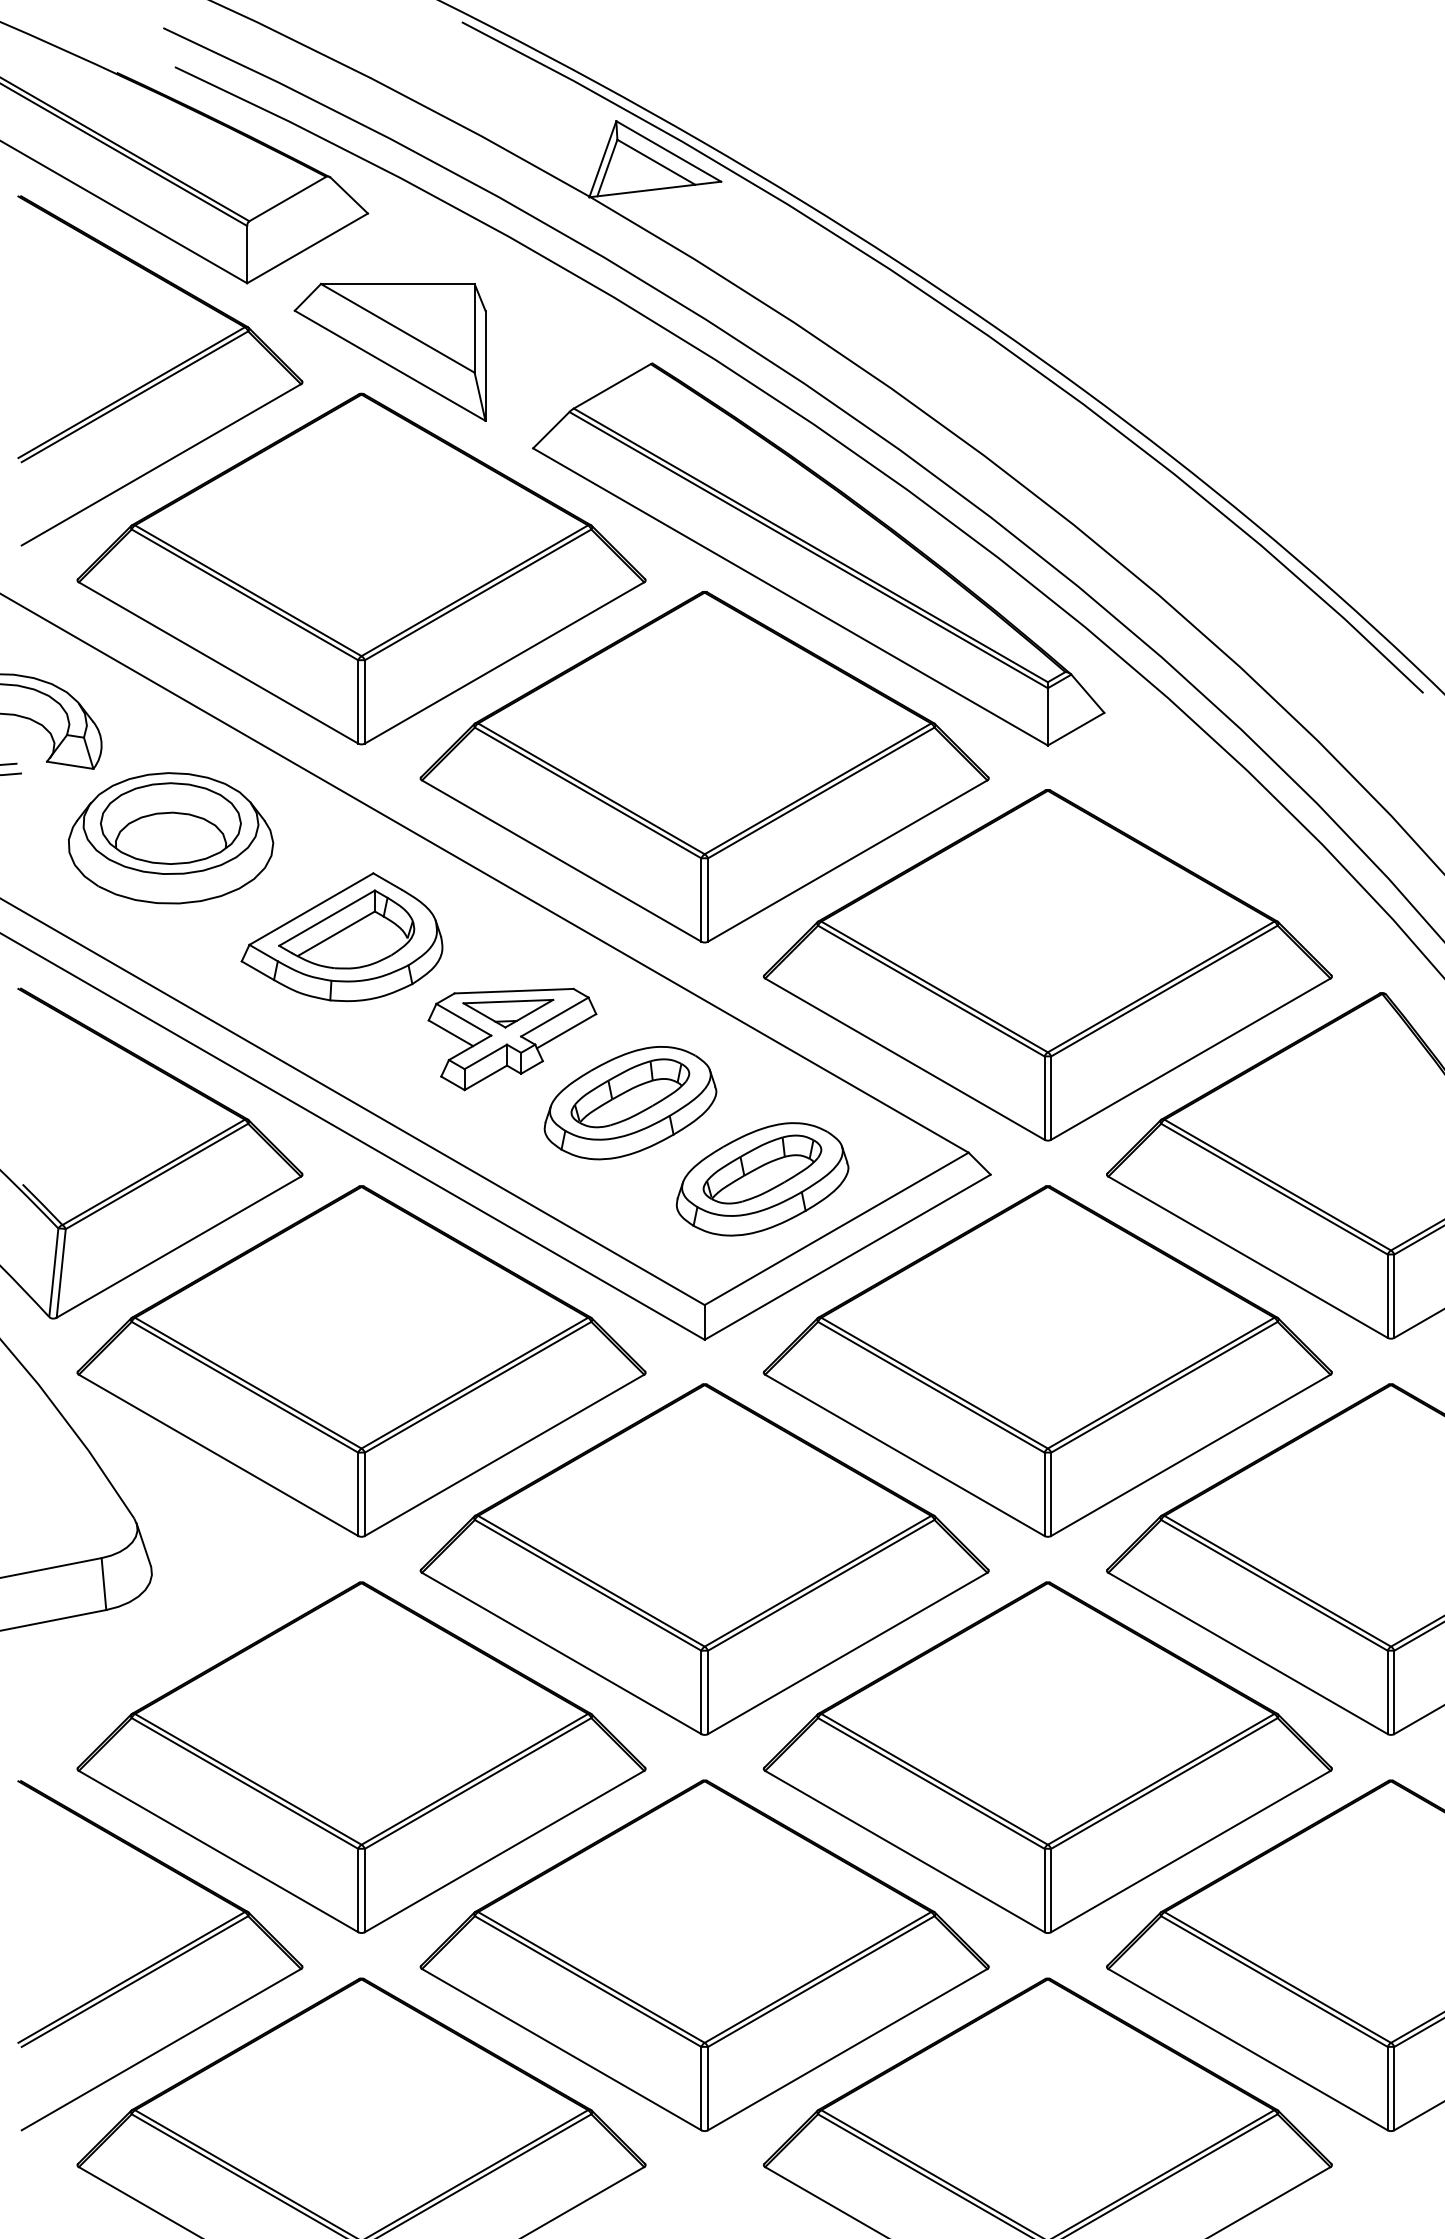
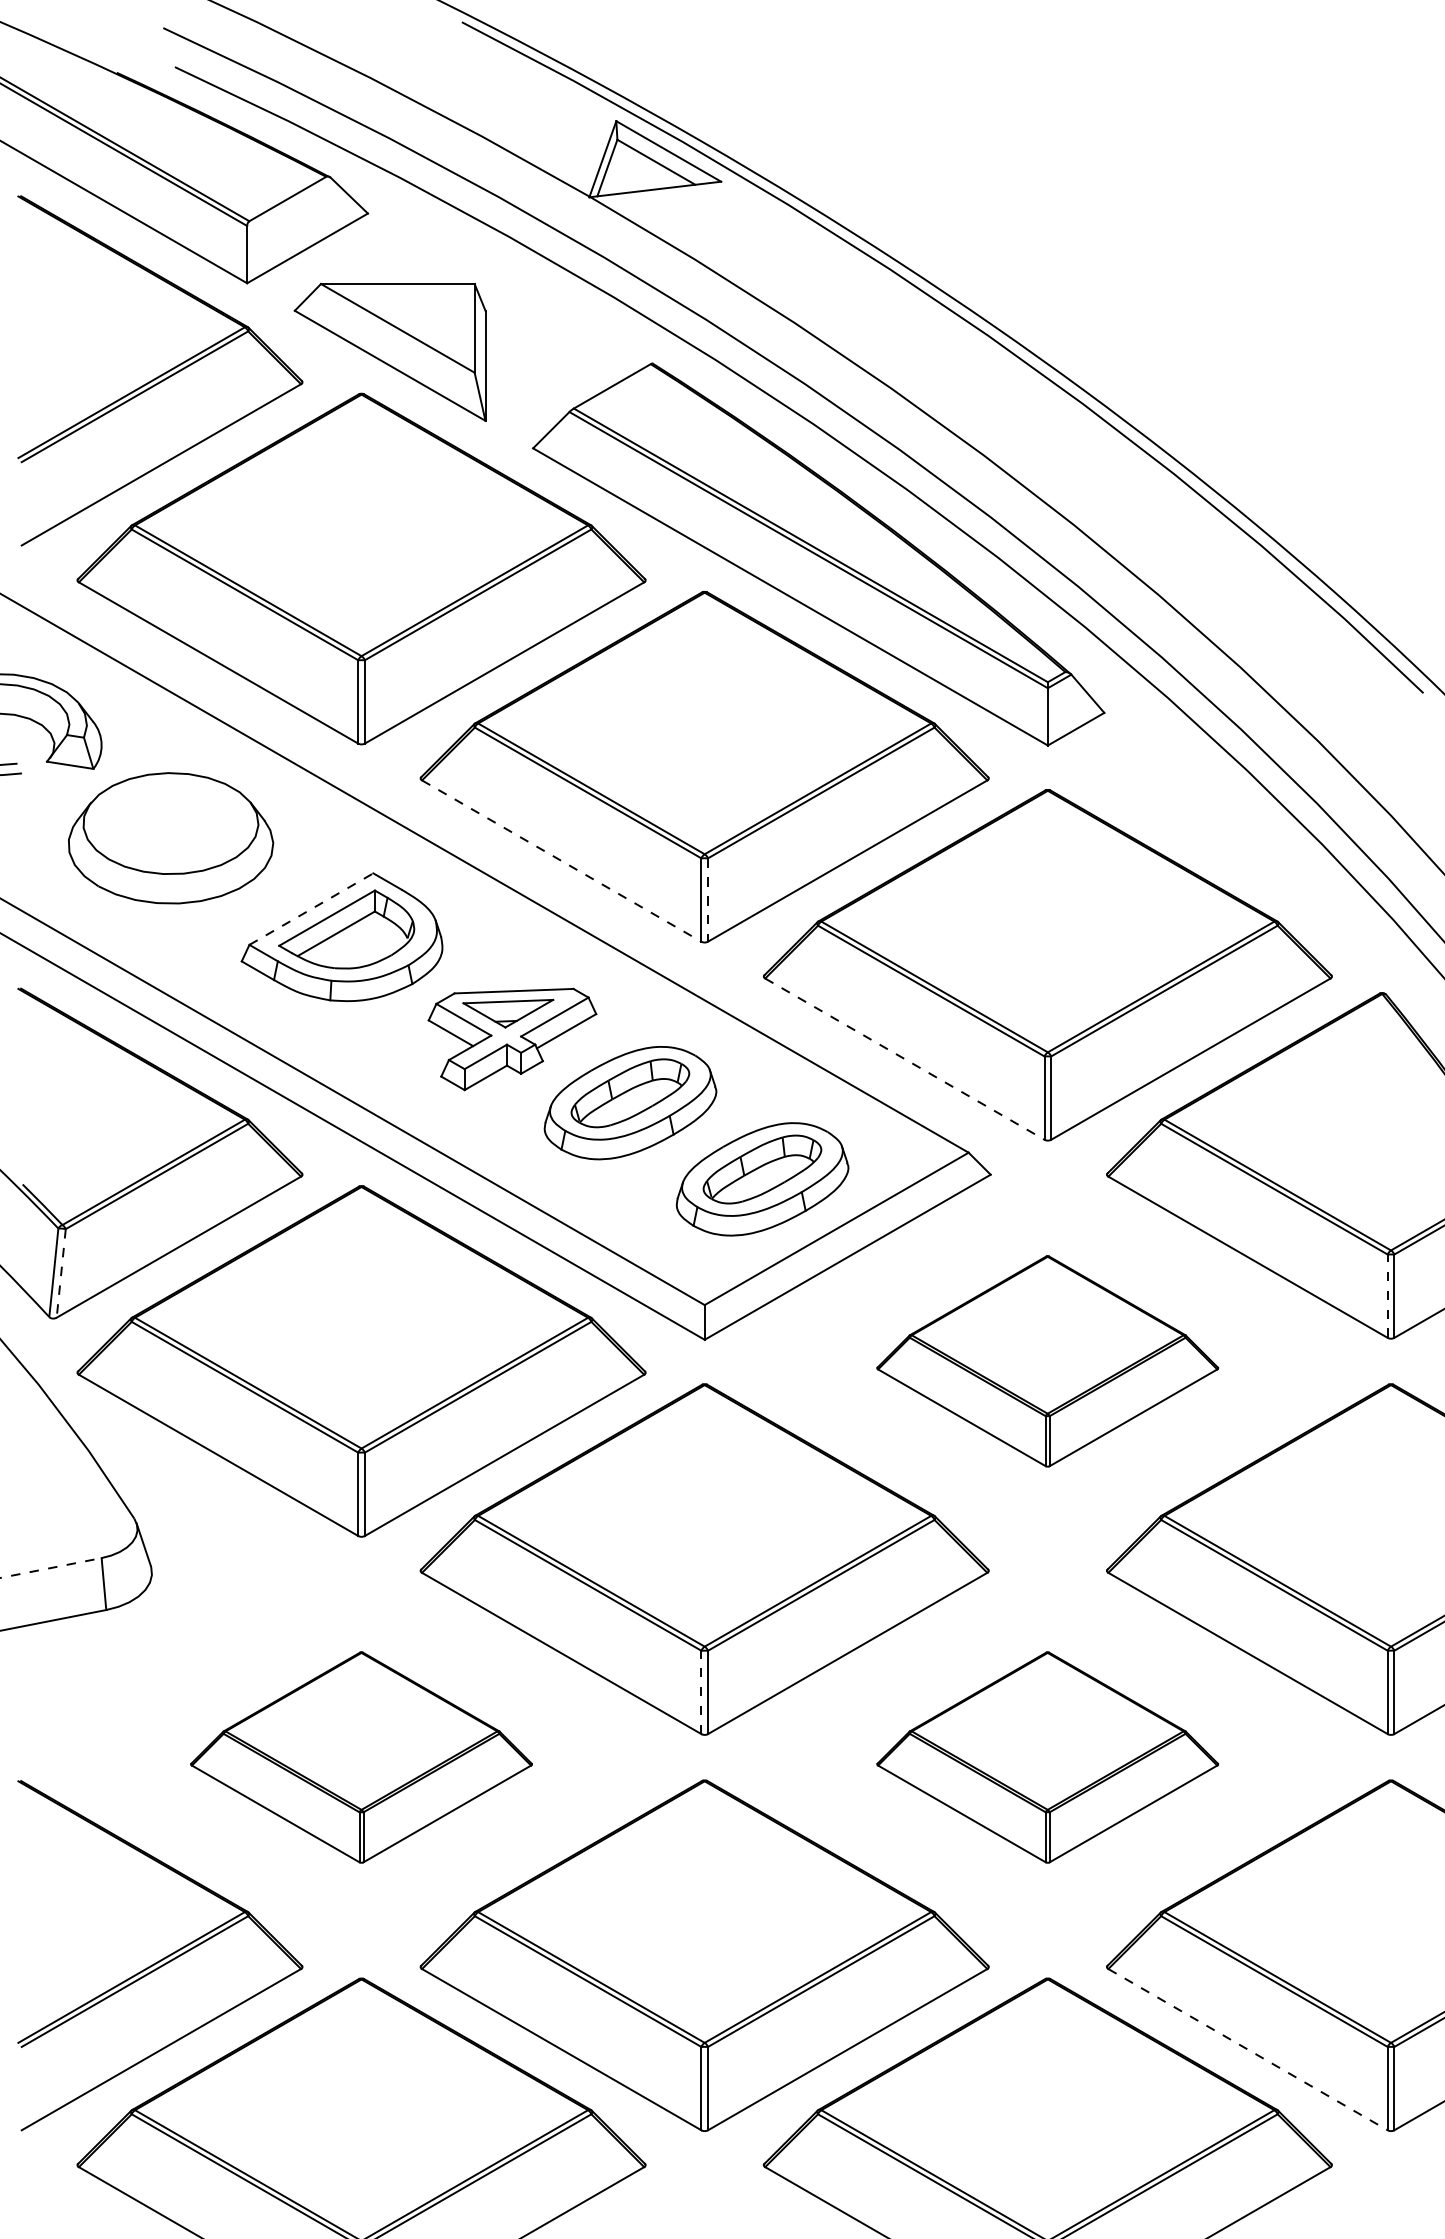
part at (170, 823): present -> none
line at (562, 861): solid -> dashed
line at (708, 900): solid -> dashed
line at (311, 909): solid -> dashed
line at (905, 1059): solid -> dashed
line at (61, 1273): solid -> dashed
line at (1387, 1296): solid -> dashed
part at (1047, 1361) size: 571x353 px -> 344x213 px
line at (51, 1567): solid -> dashed
line at (701, 1692): solid -> dashed
part at (361, 1757) size: 571x353 px -> 343x213 px
part at (1047, 1757) size: 571x353 px -> 344x213 px
line at (1248, 2049): solid -> dashed
